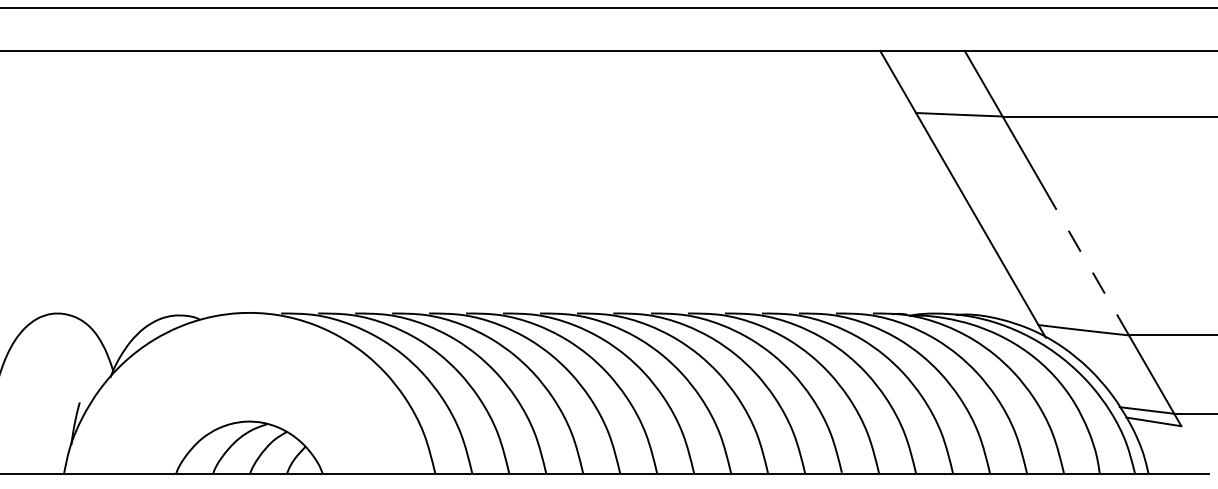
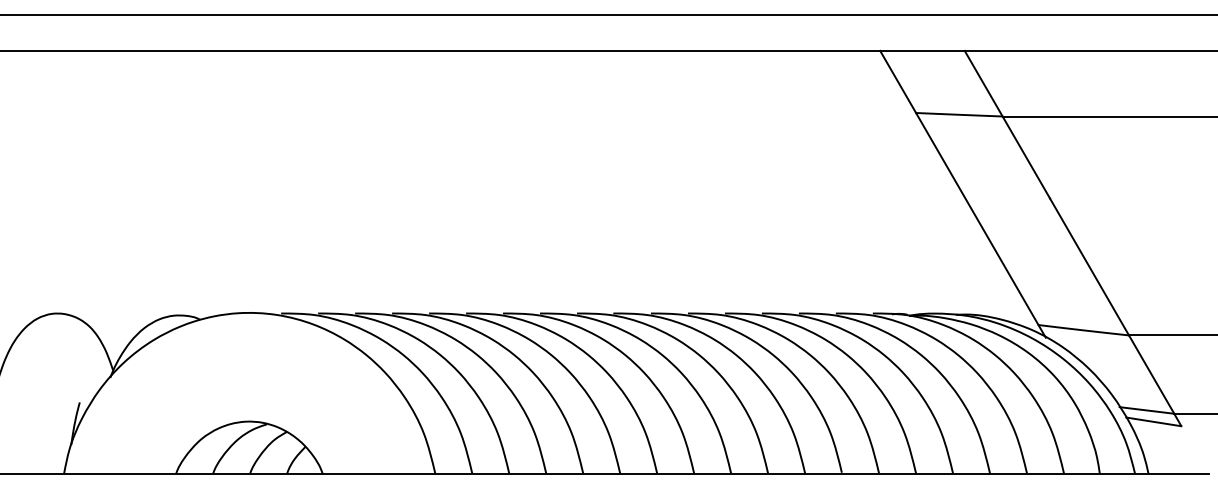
line at (608, 7) position: (608, 7) -> (608, 14)
line at (1089, 266): dashed -> solid
